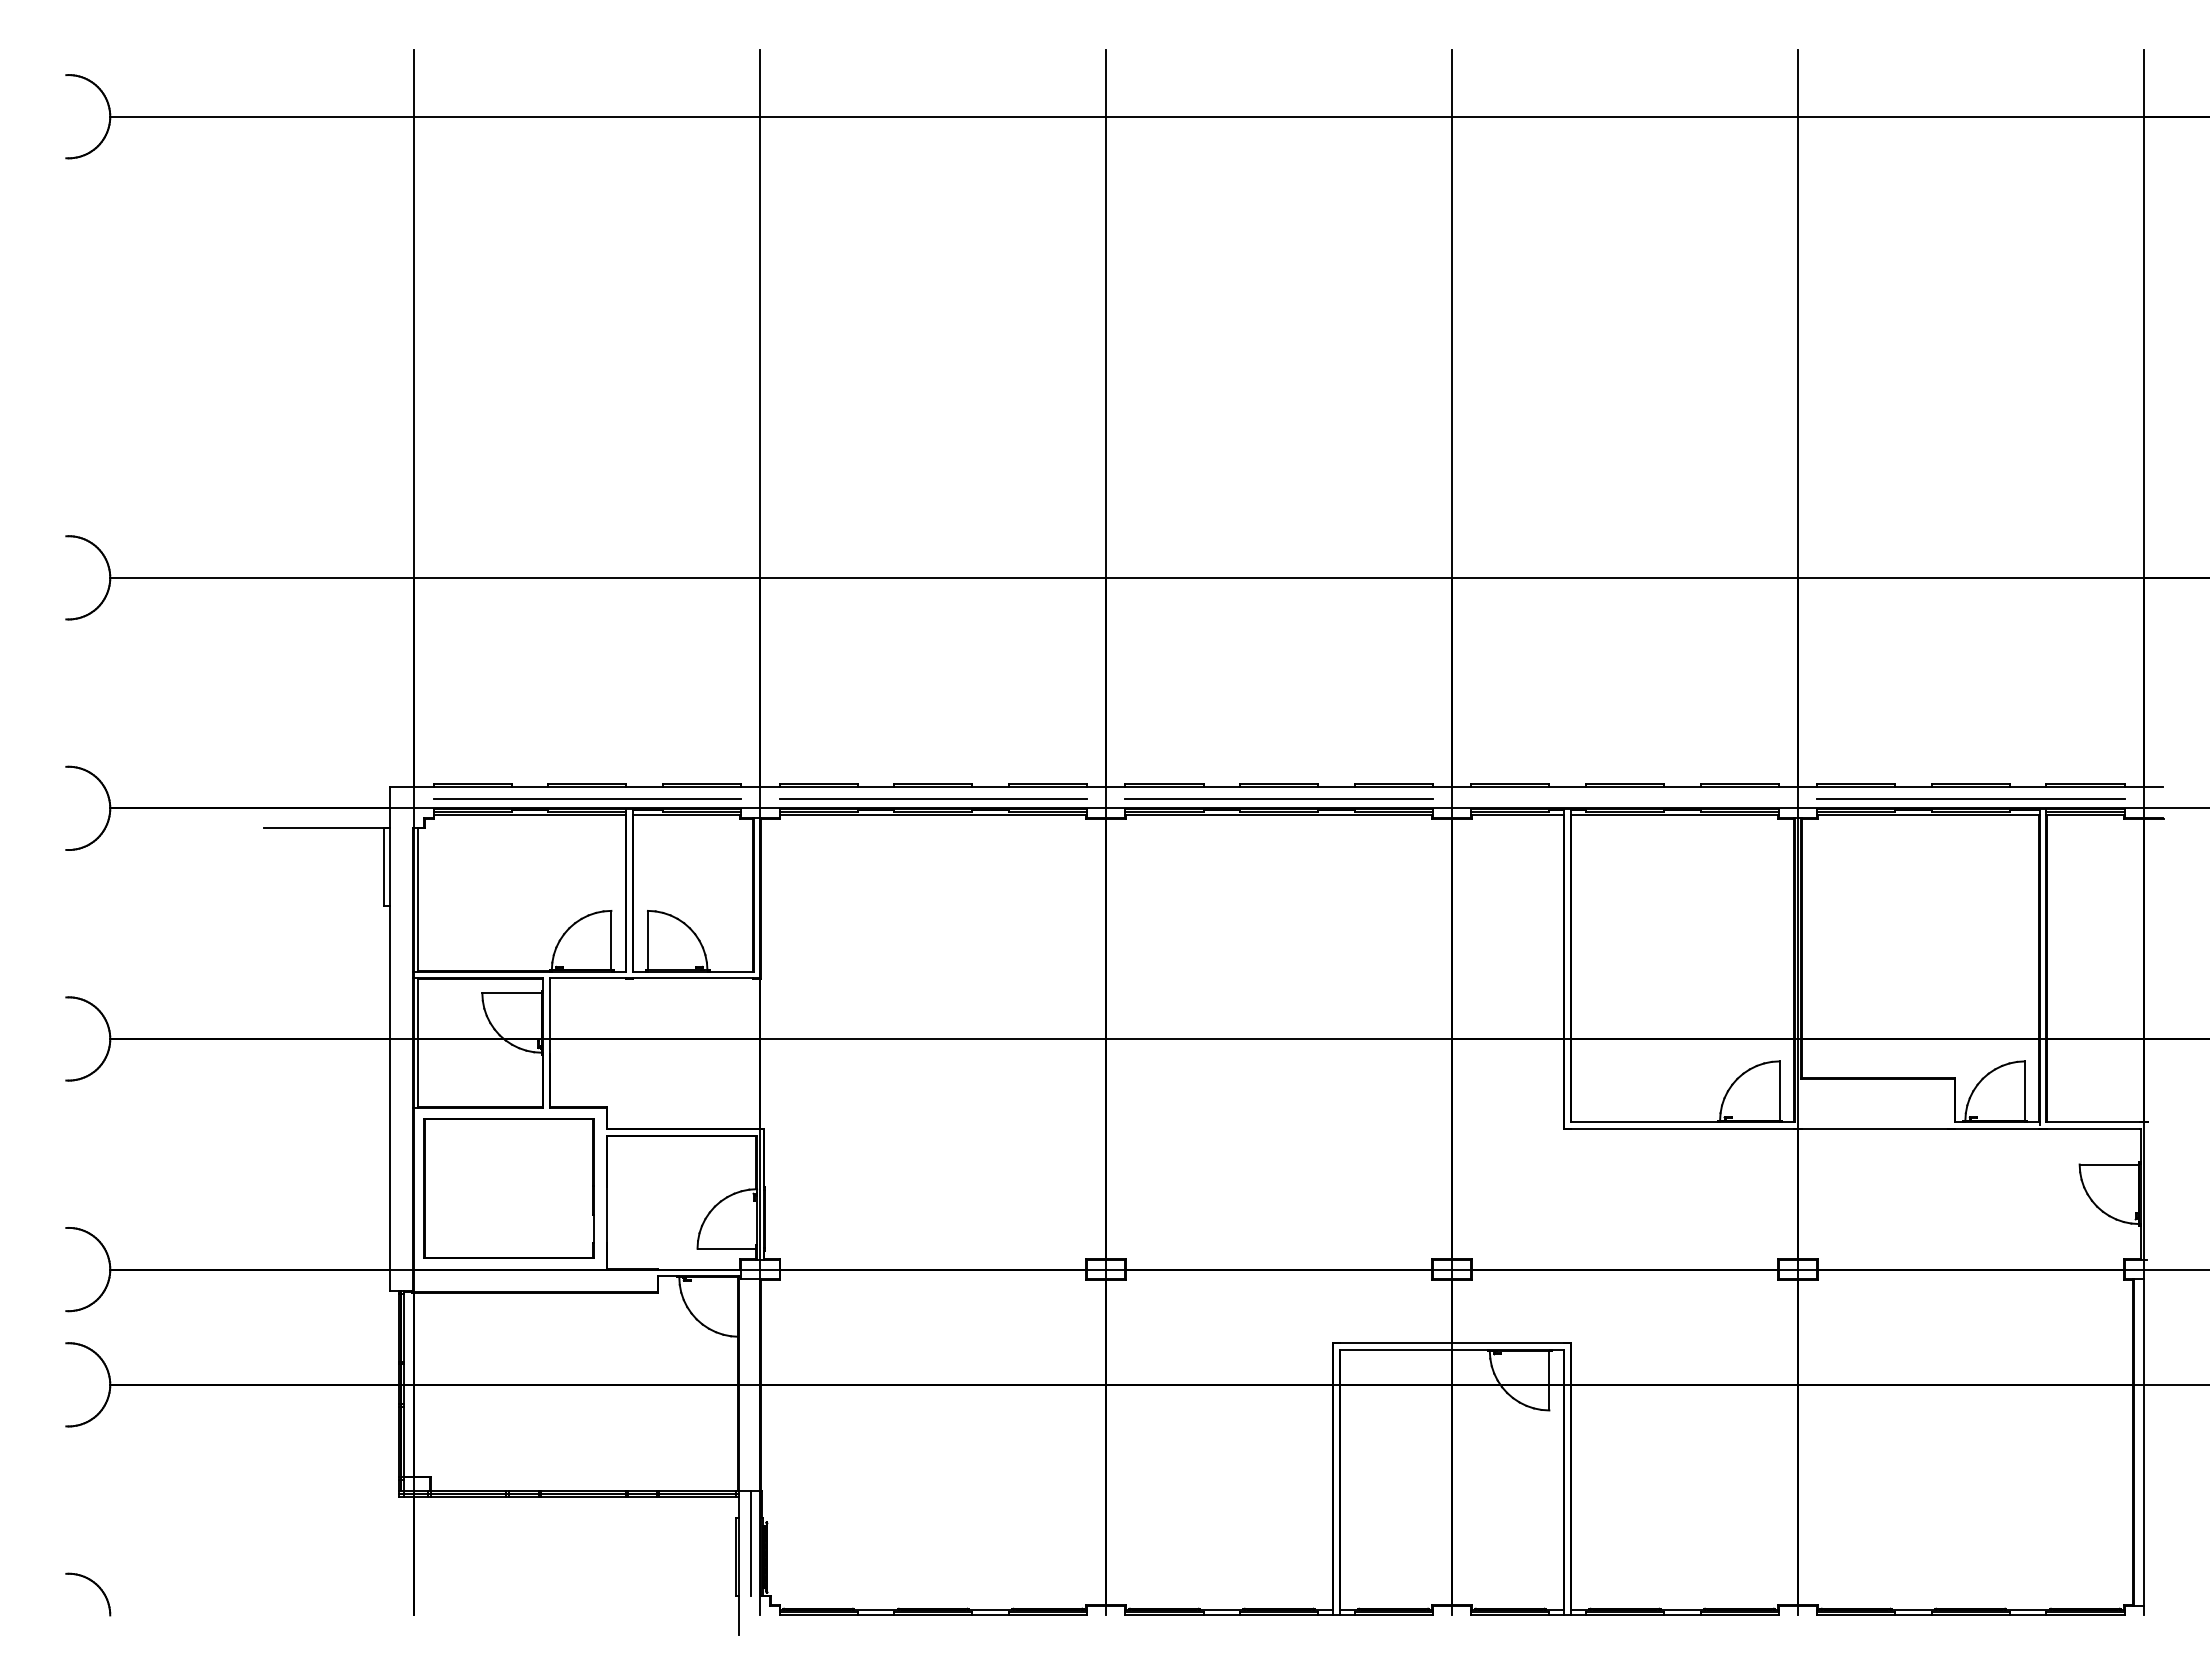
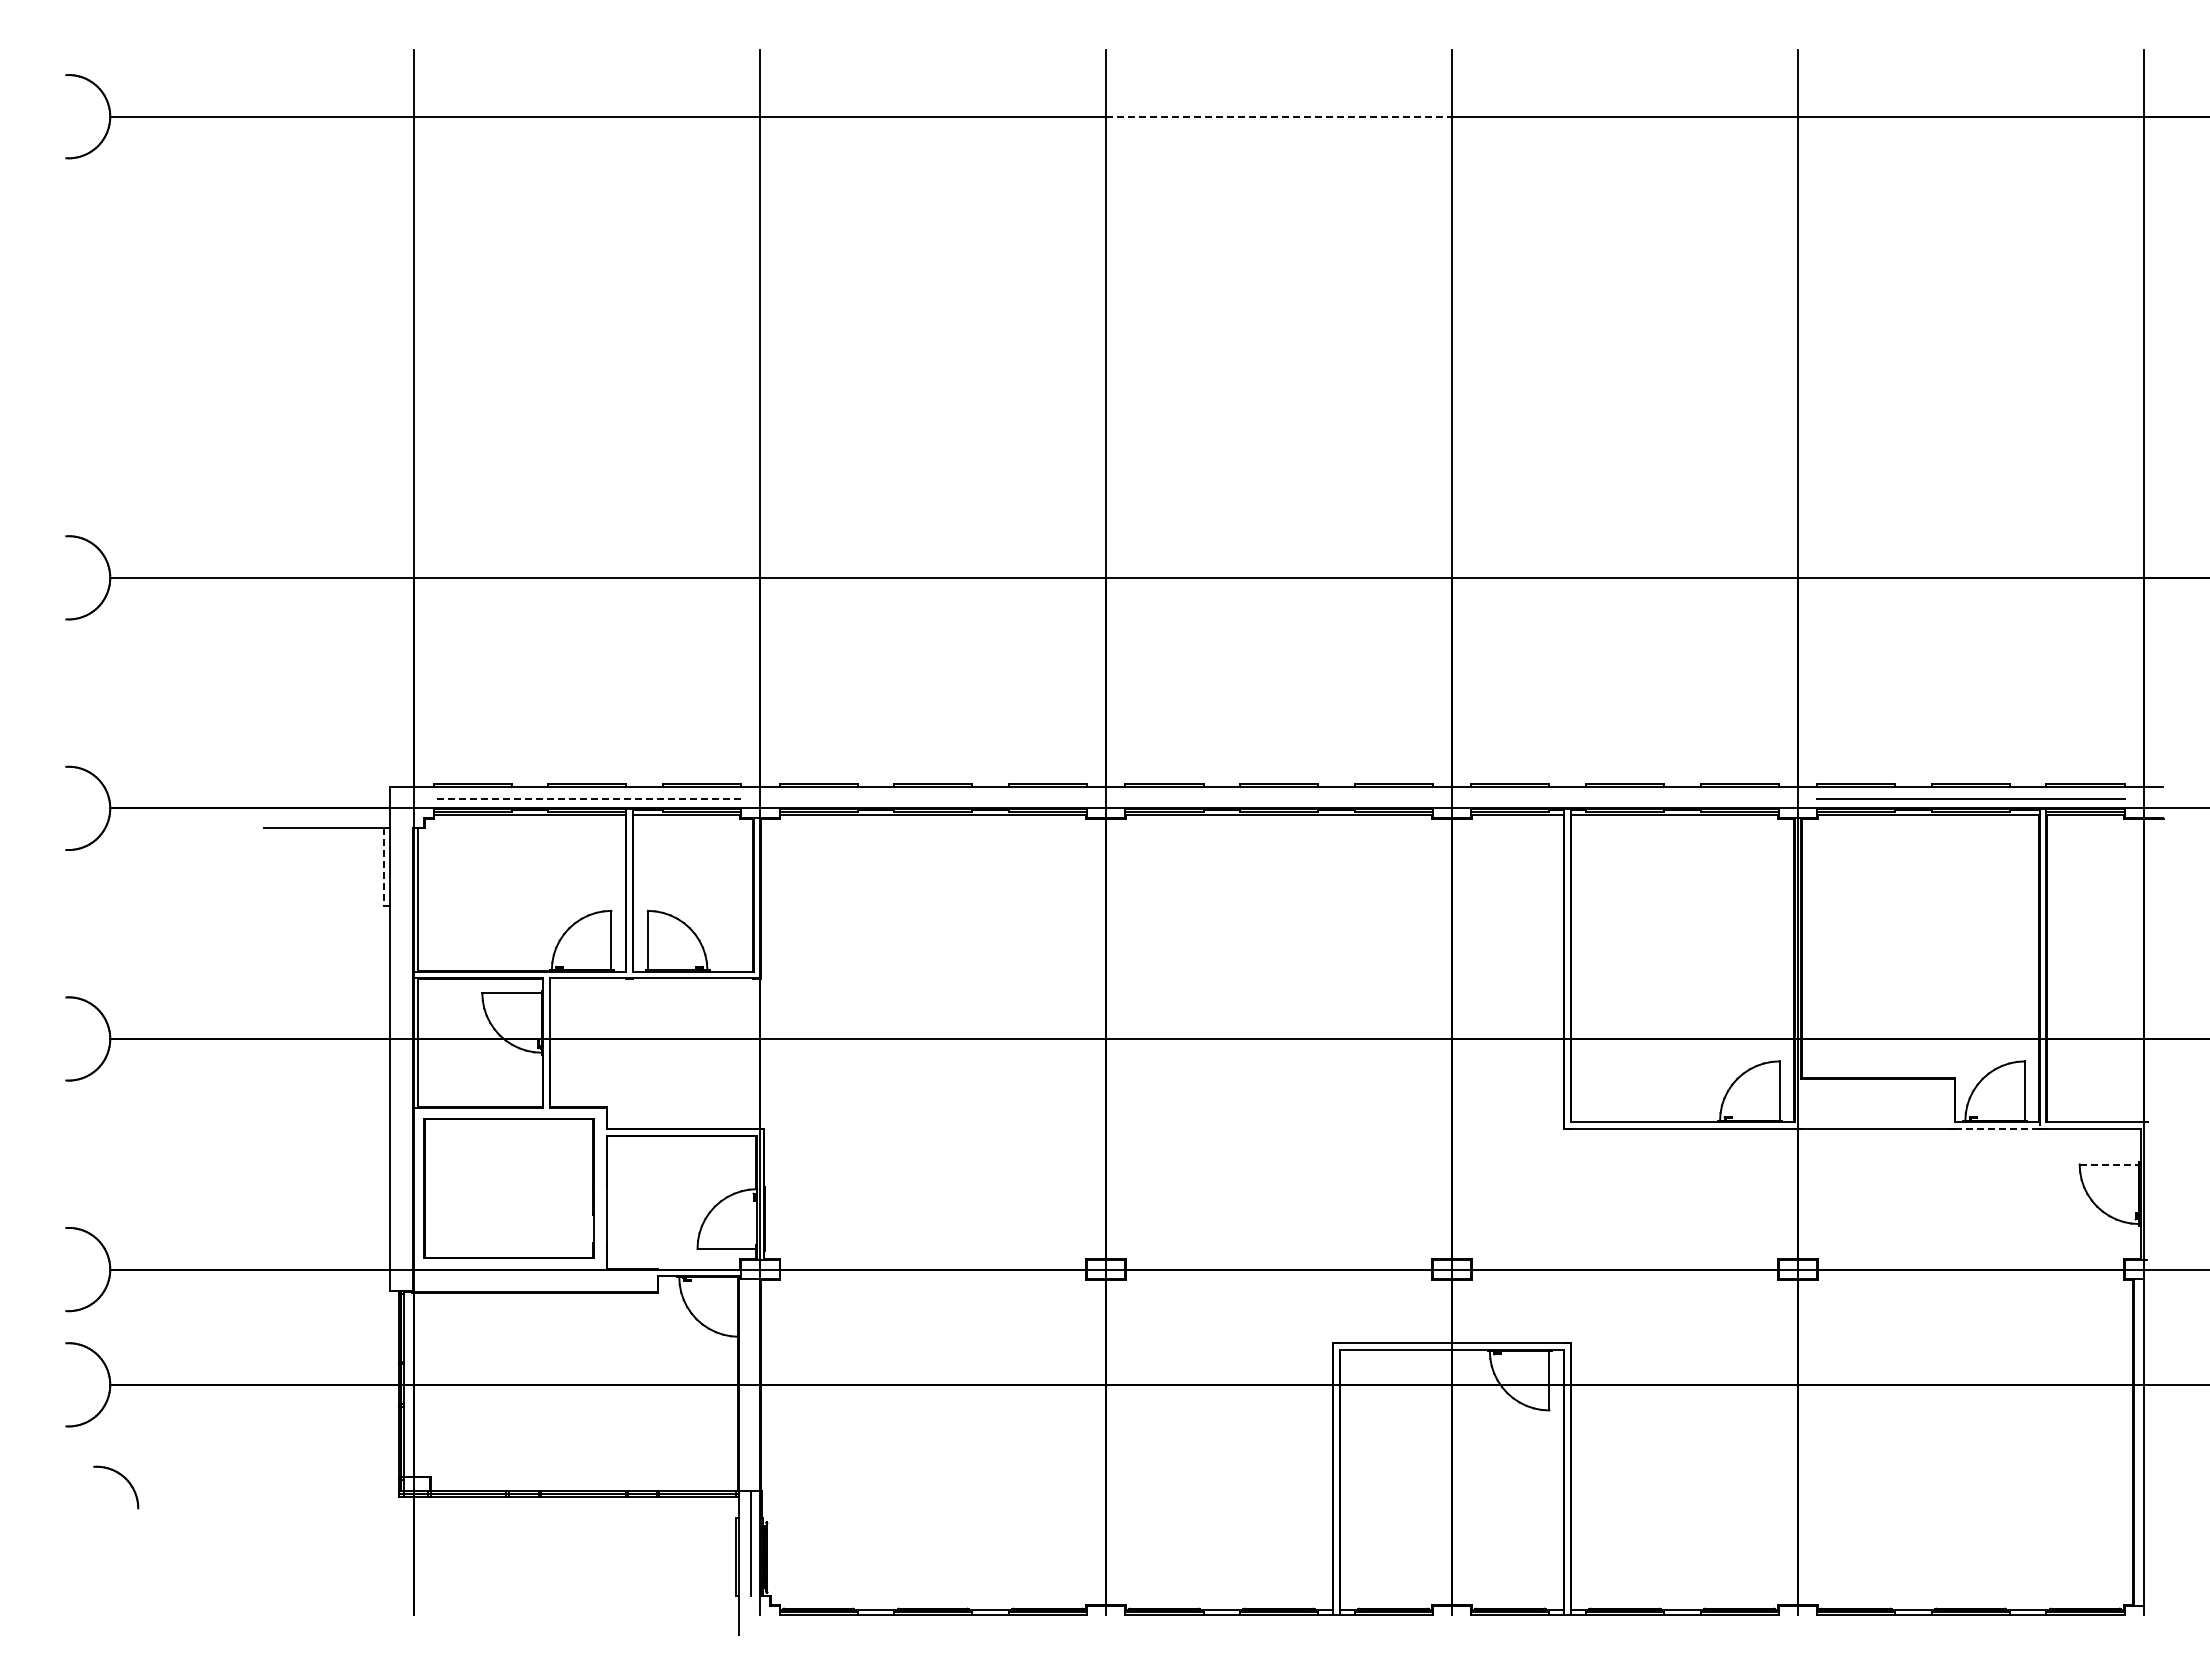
line at (1279, 116): solid -> dashed
line at (587, 798): solid -> dashed
line at (933, 798): present -> none
line at (1278, 798): present -> none
line at (384, 867): solid -> dashed
line at (1997, 1128): solid -> dashed
line at (2109, 1164): solid -> dashed
part at (94, 1584) position: (94, 1584) -> (122, 1477)
